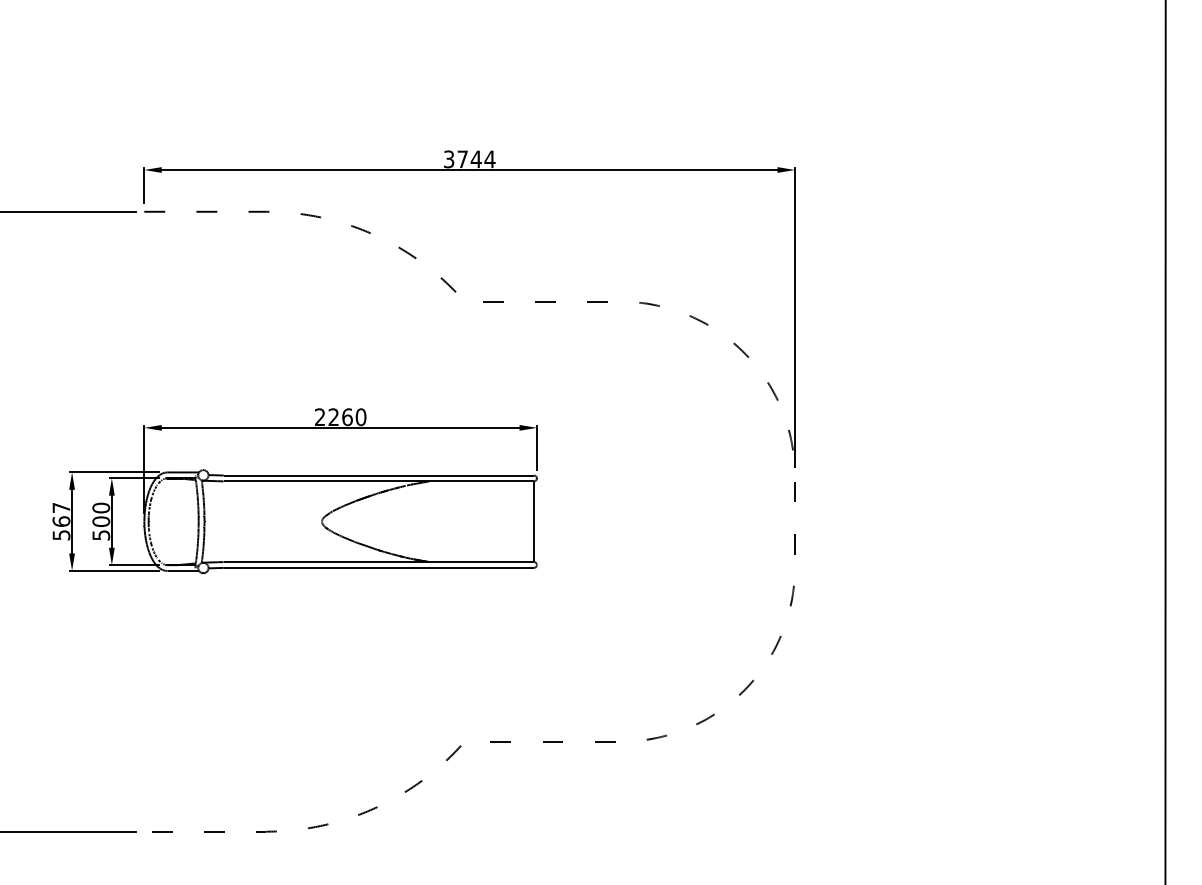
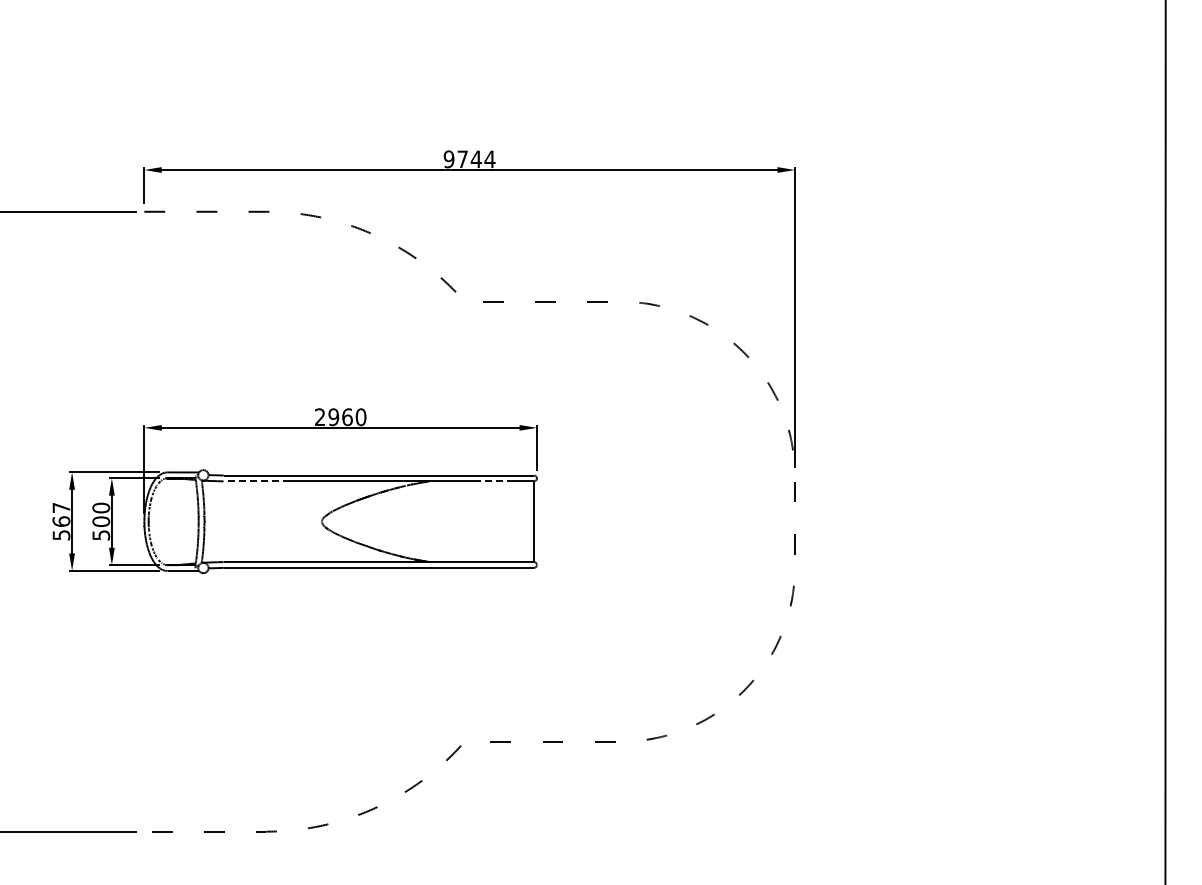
text at (448, 159): 3744 -> 9744
text at (333, 417): 2260 -> 2960
line at (256, 481): solid -> dashed
line at (494, 481): solid -> dashed
